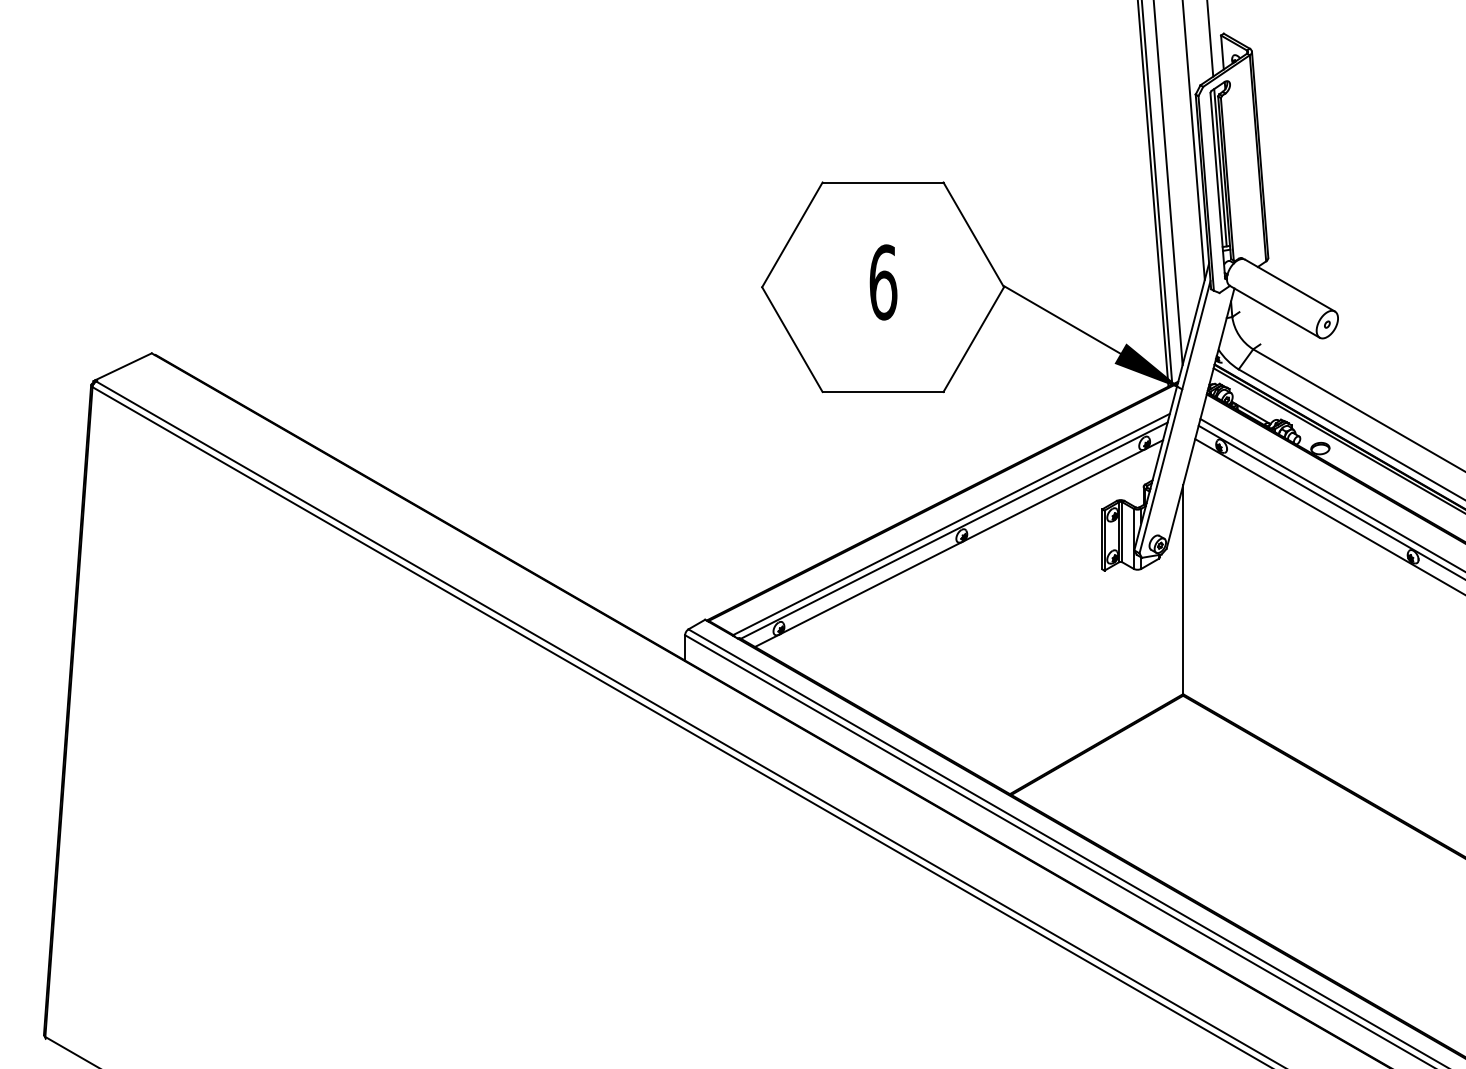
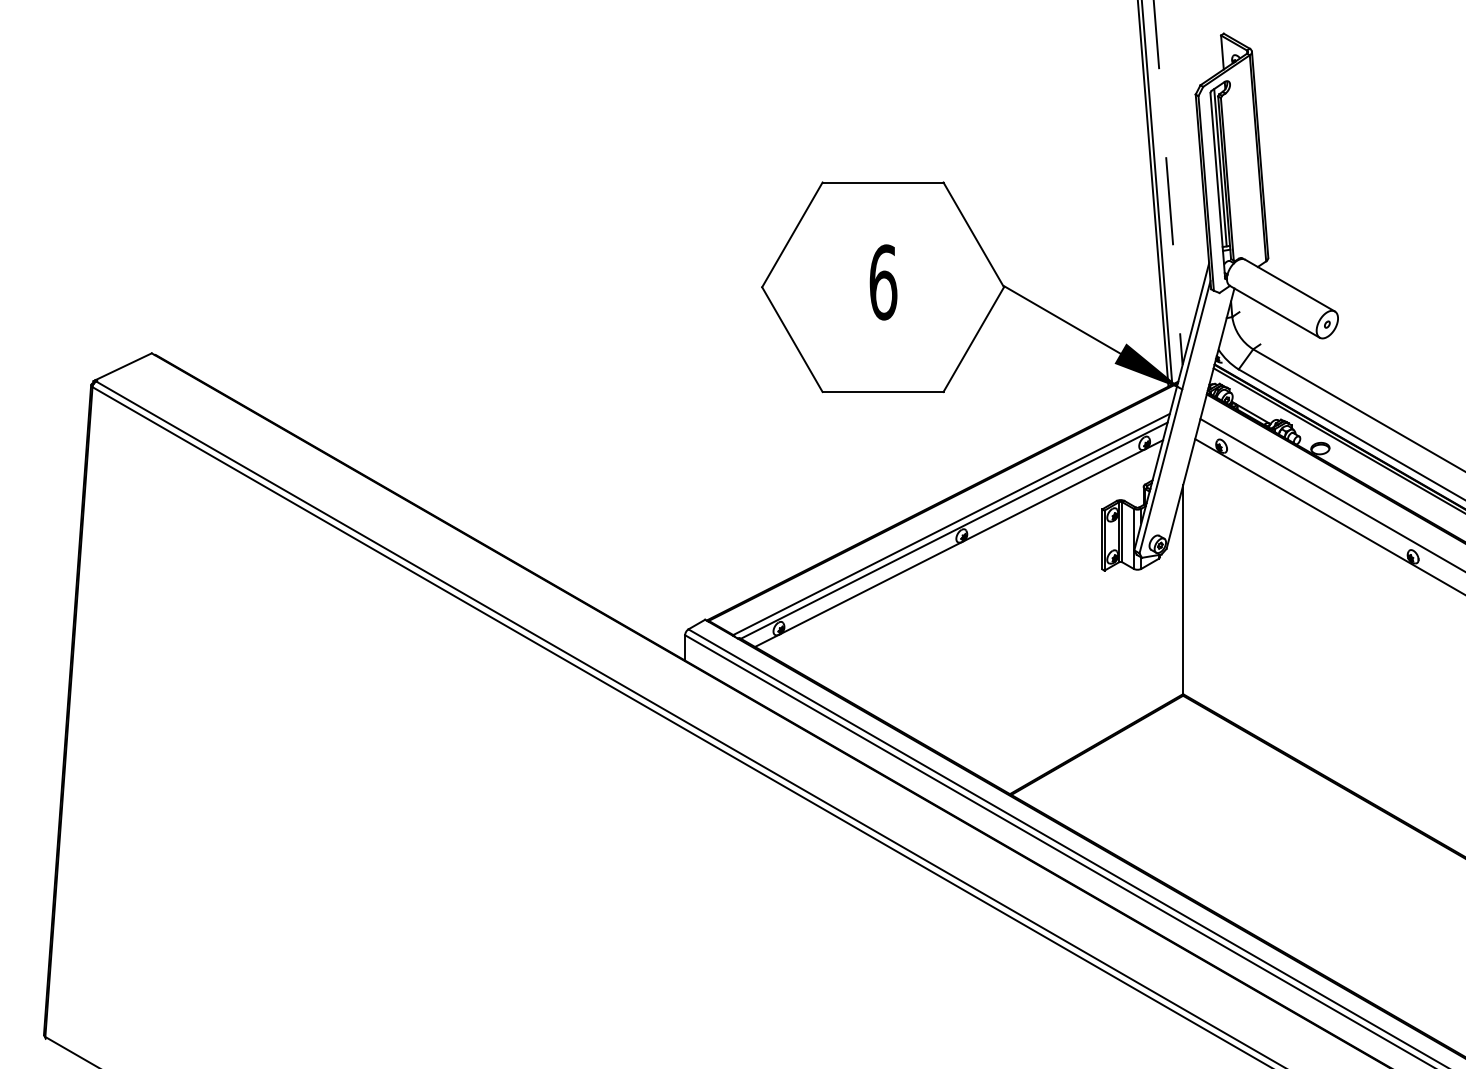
line at (1210, 39): present -> none
line at (1193, 140): present -> none
line at (1168, 182): solid -> dashed
line at (1330, 501): present -> none
